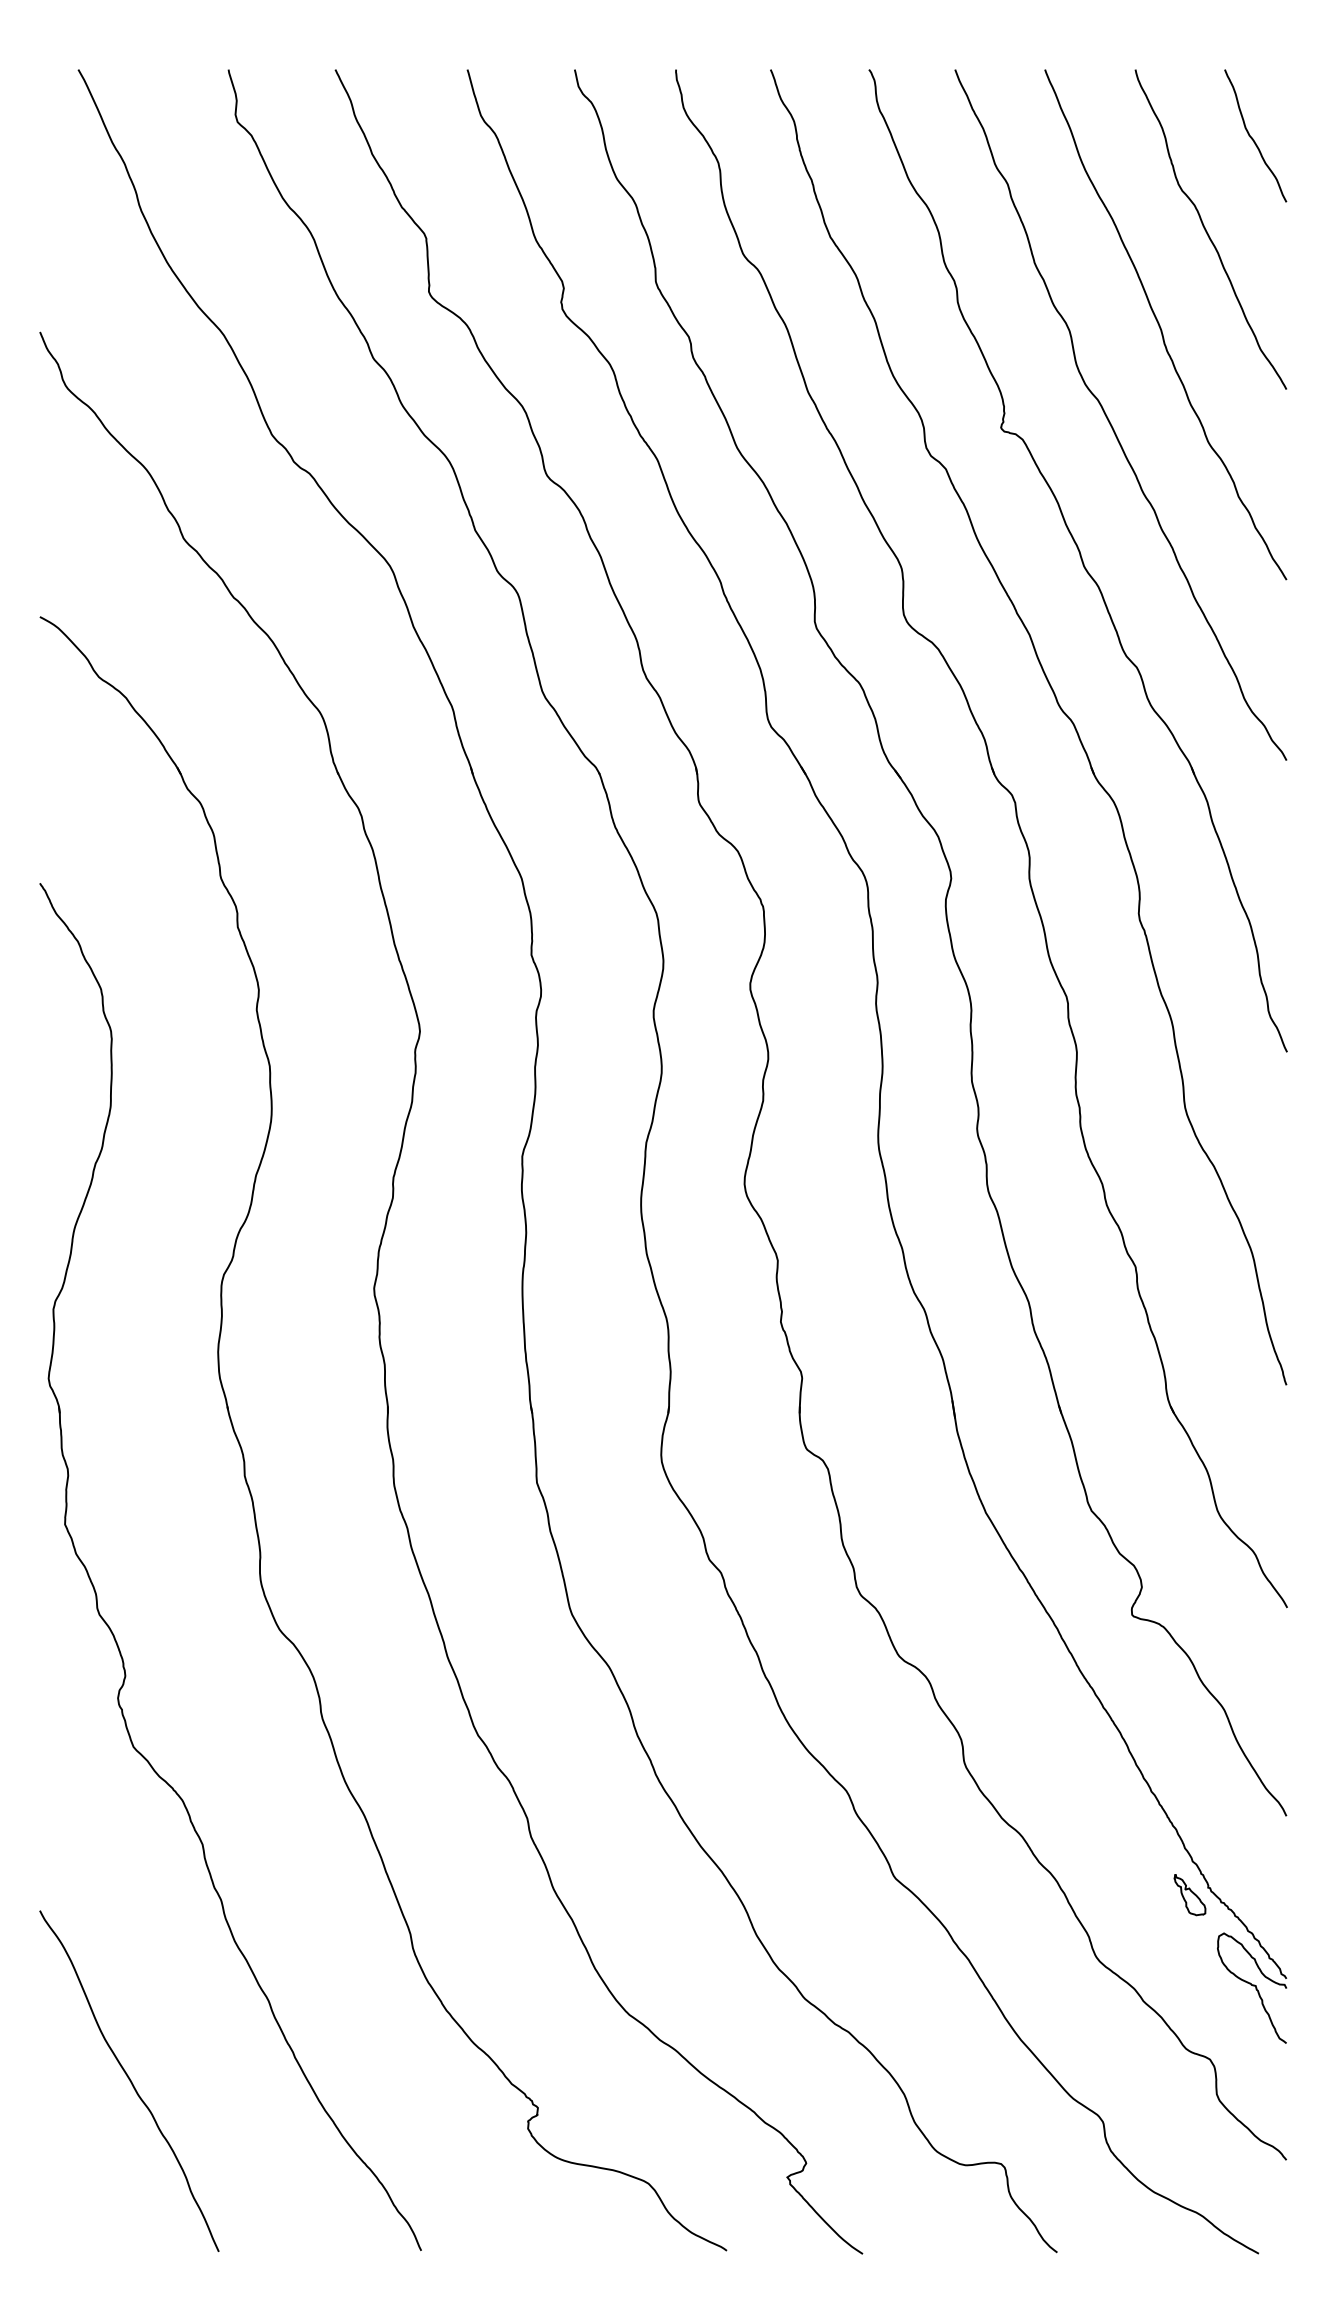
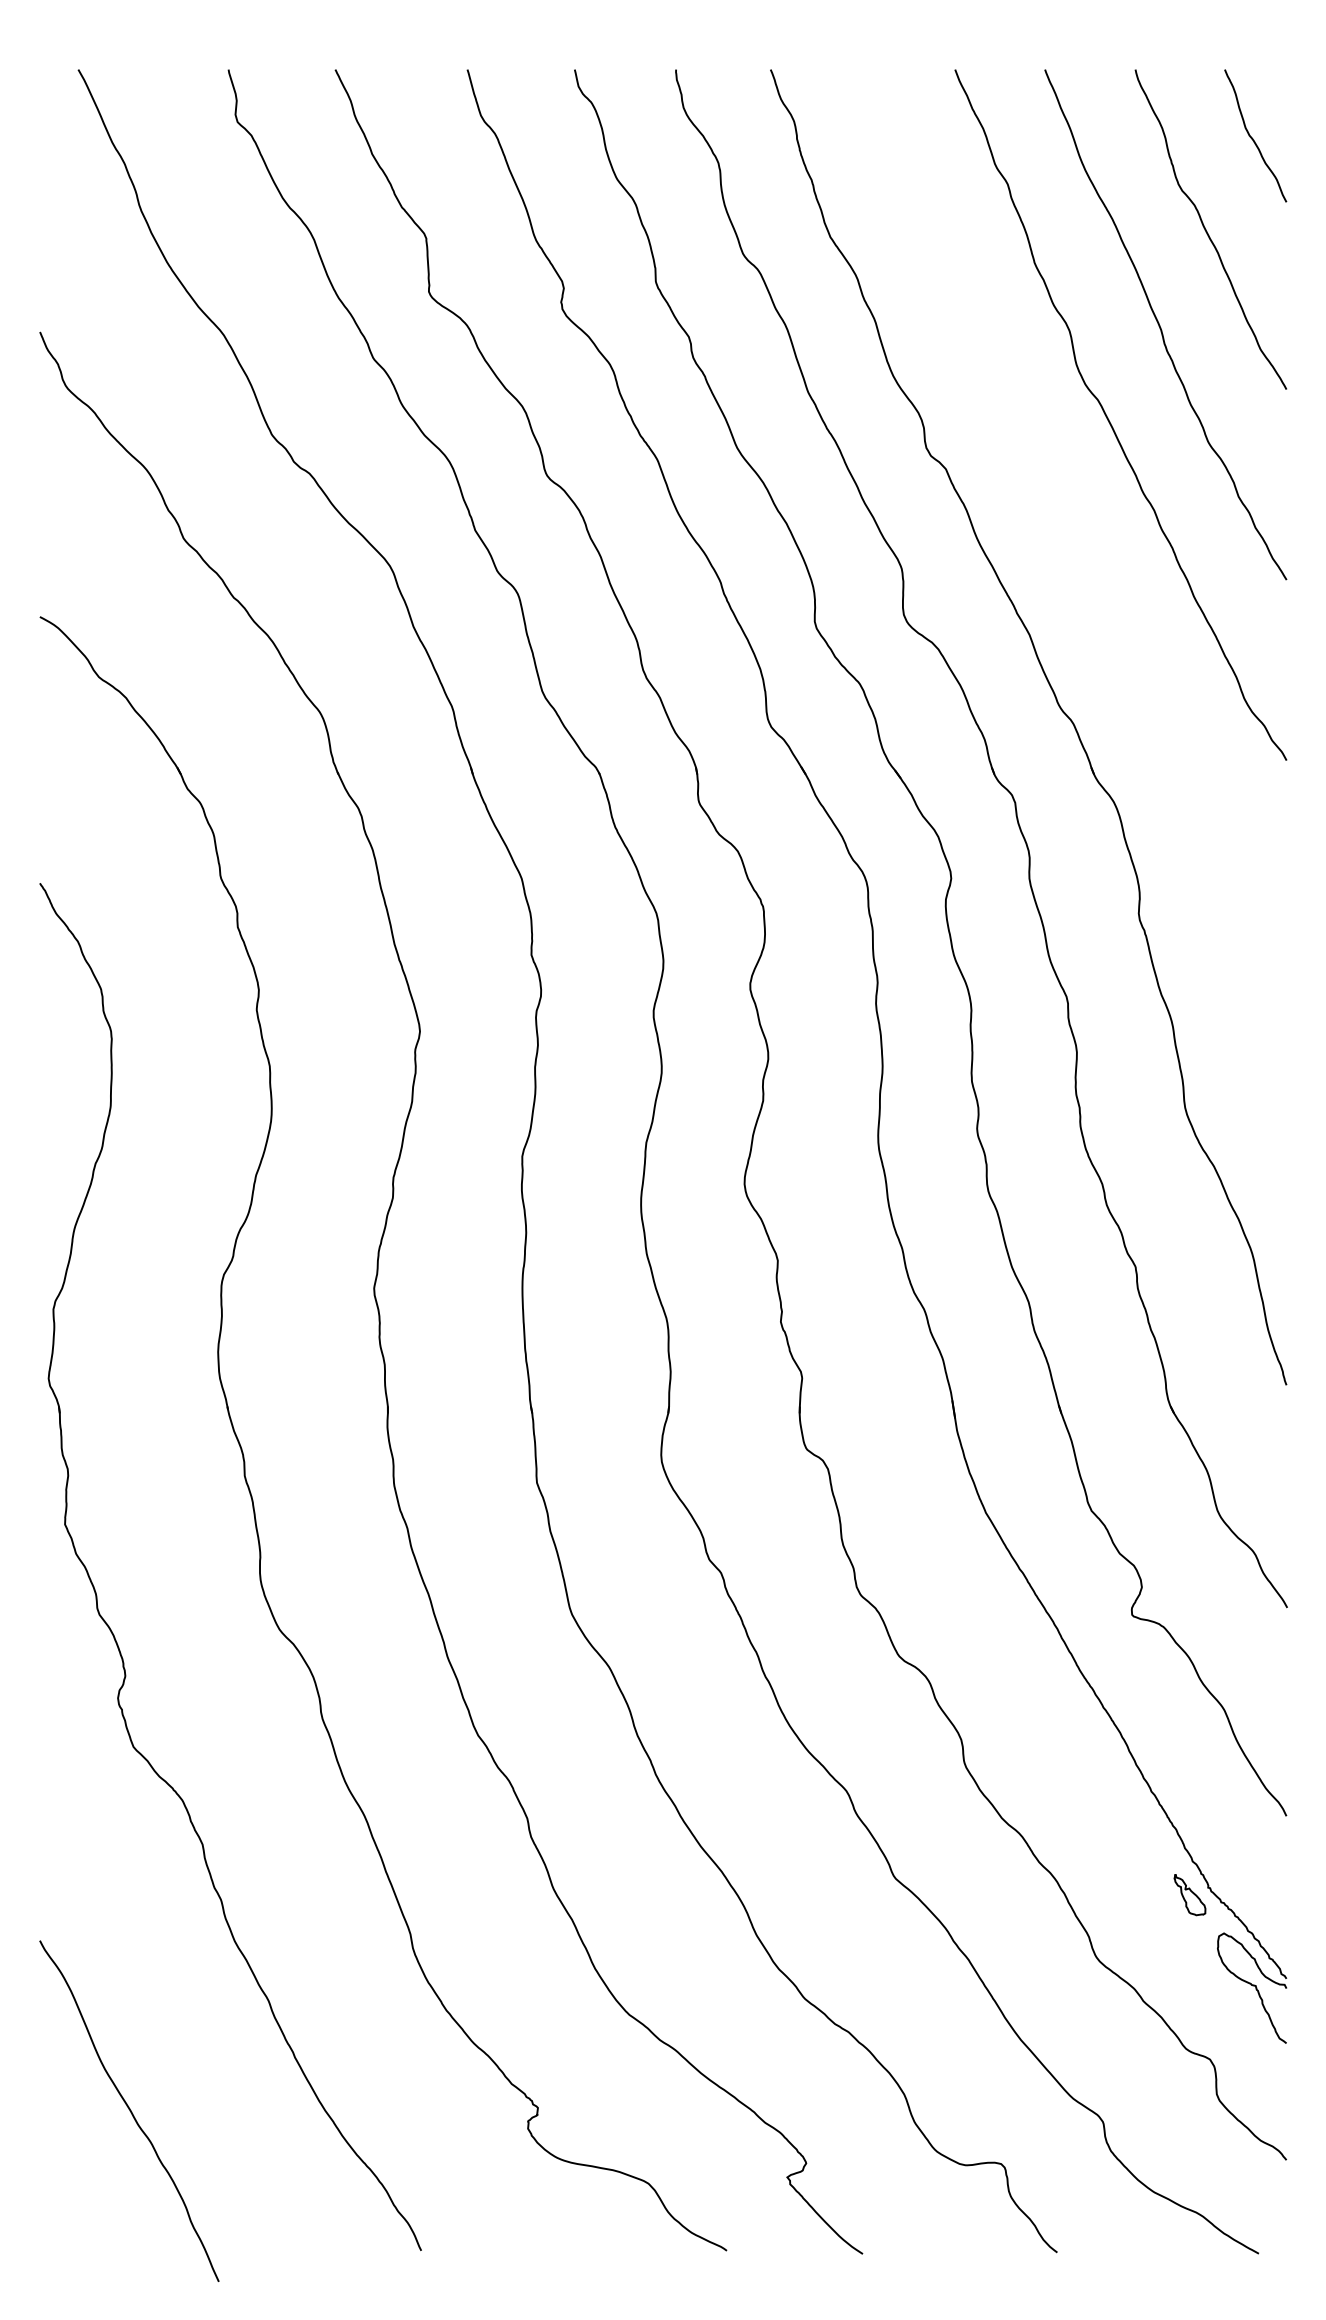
part at (1077, 560): present -> none
curve at (129, 2080) position: (129, 2080) -> (129, 2110)
